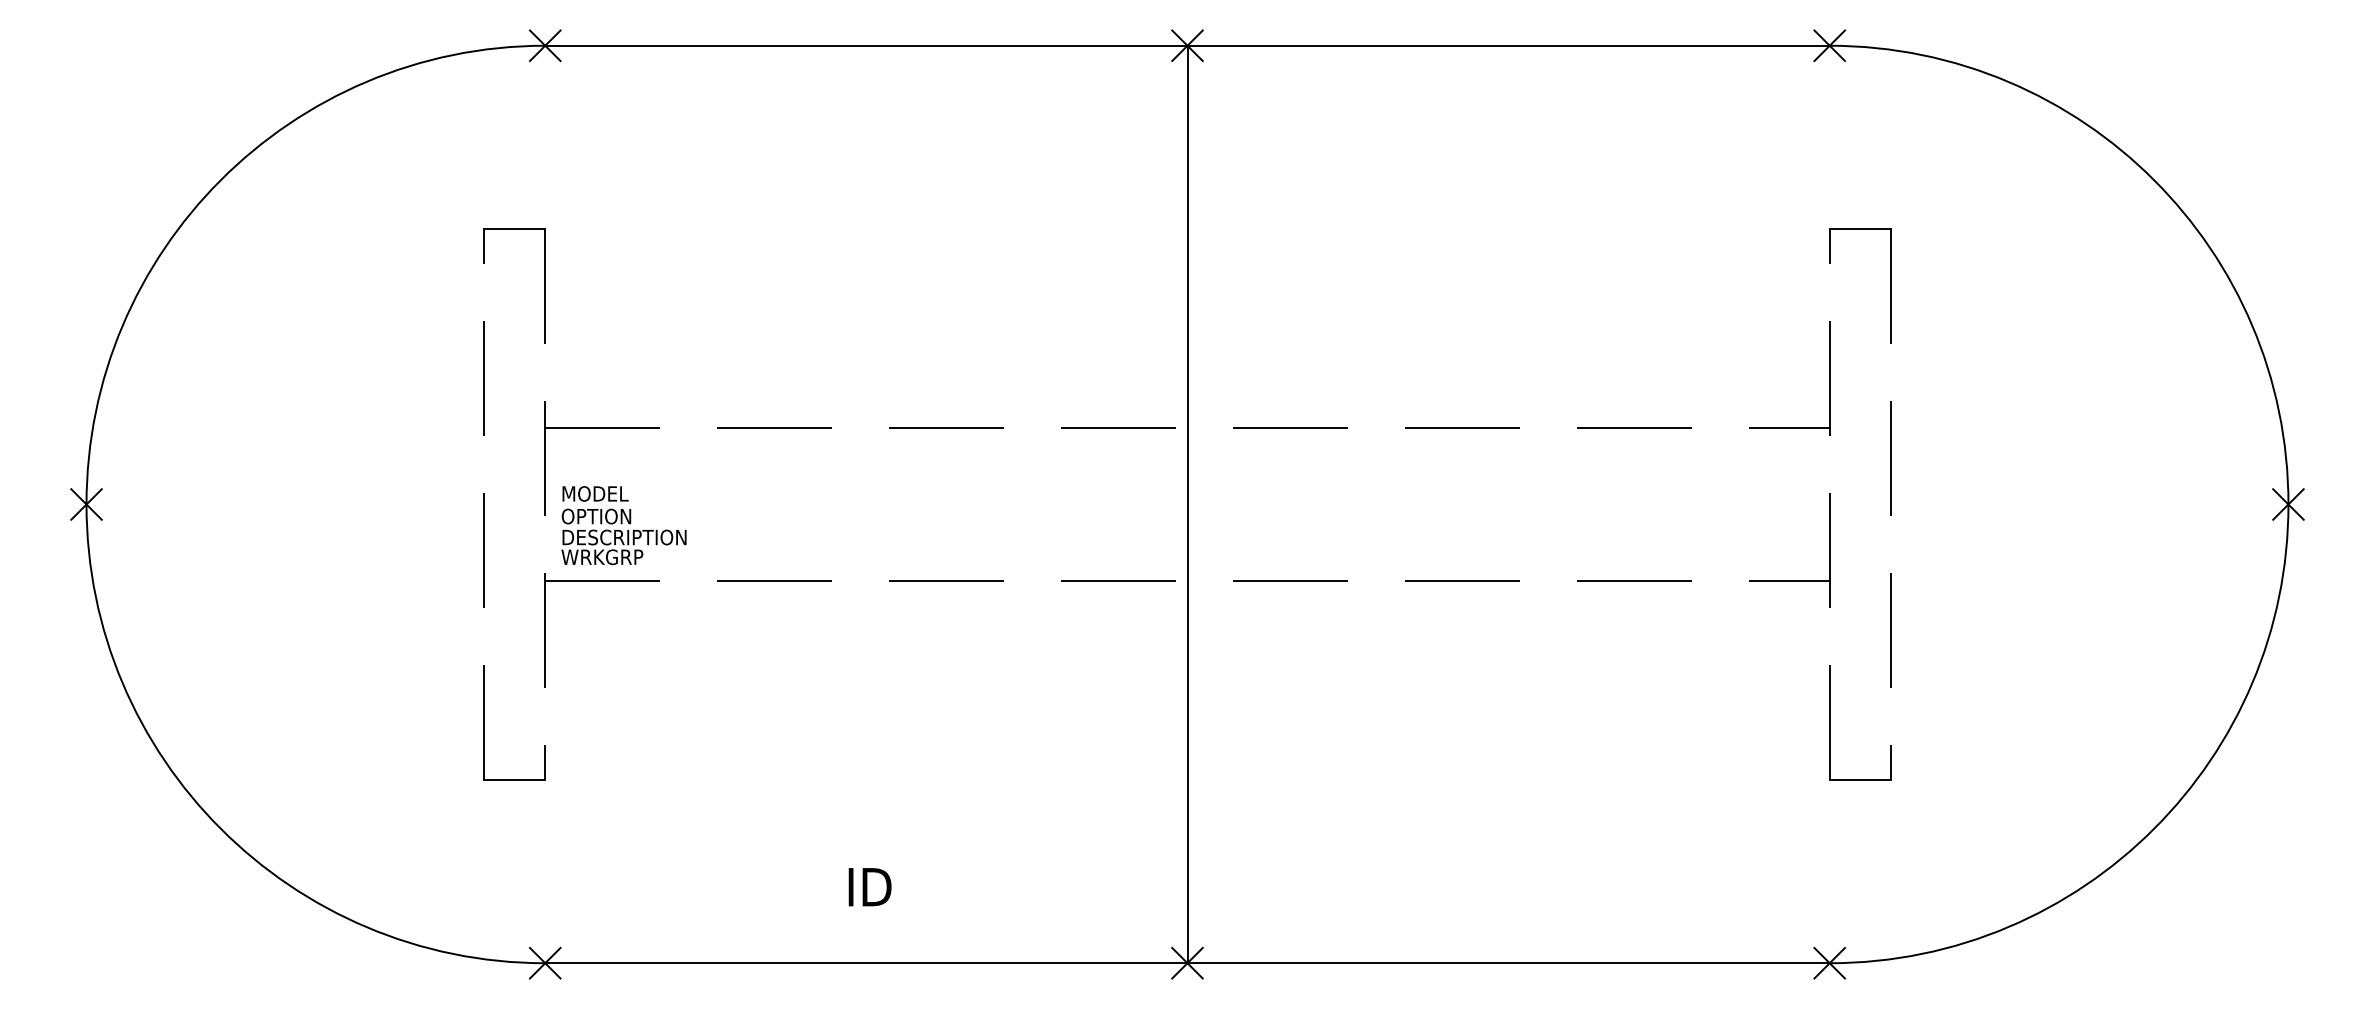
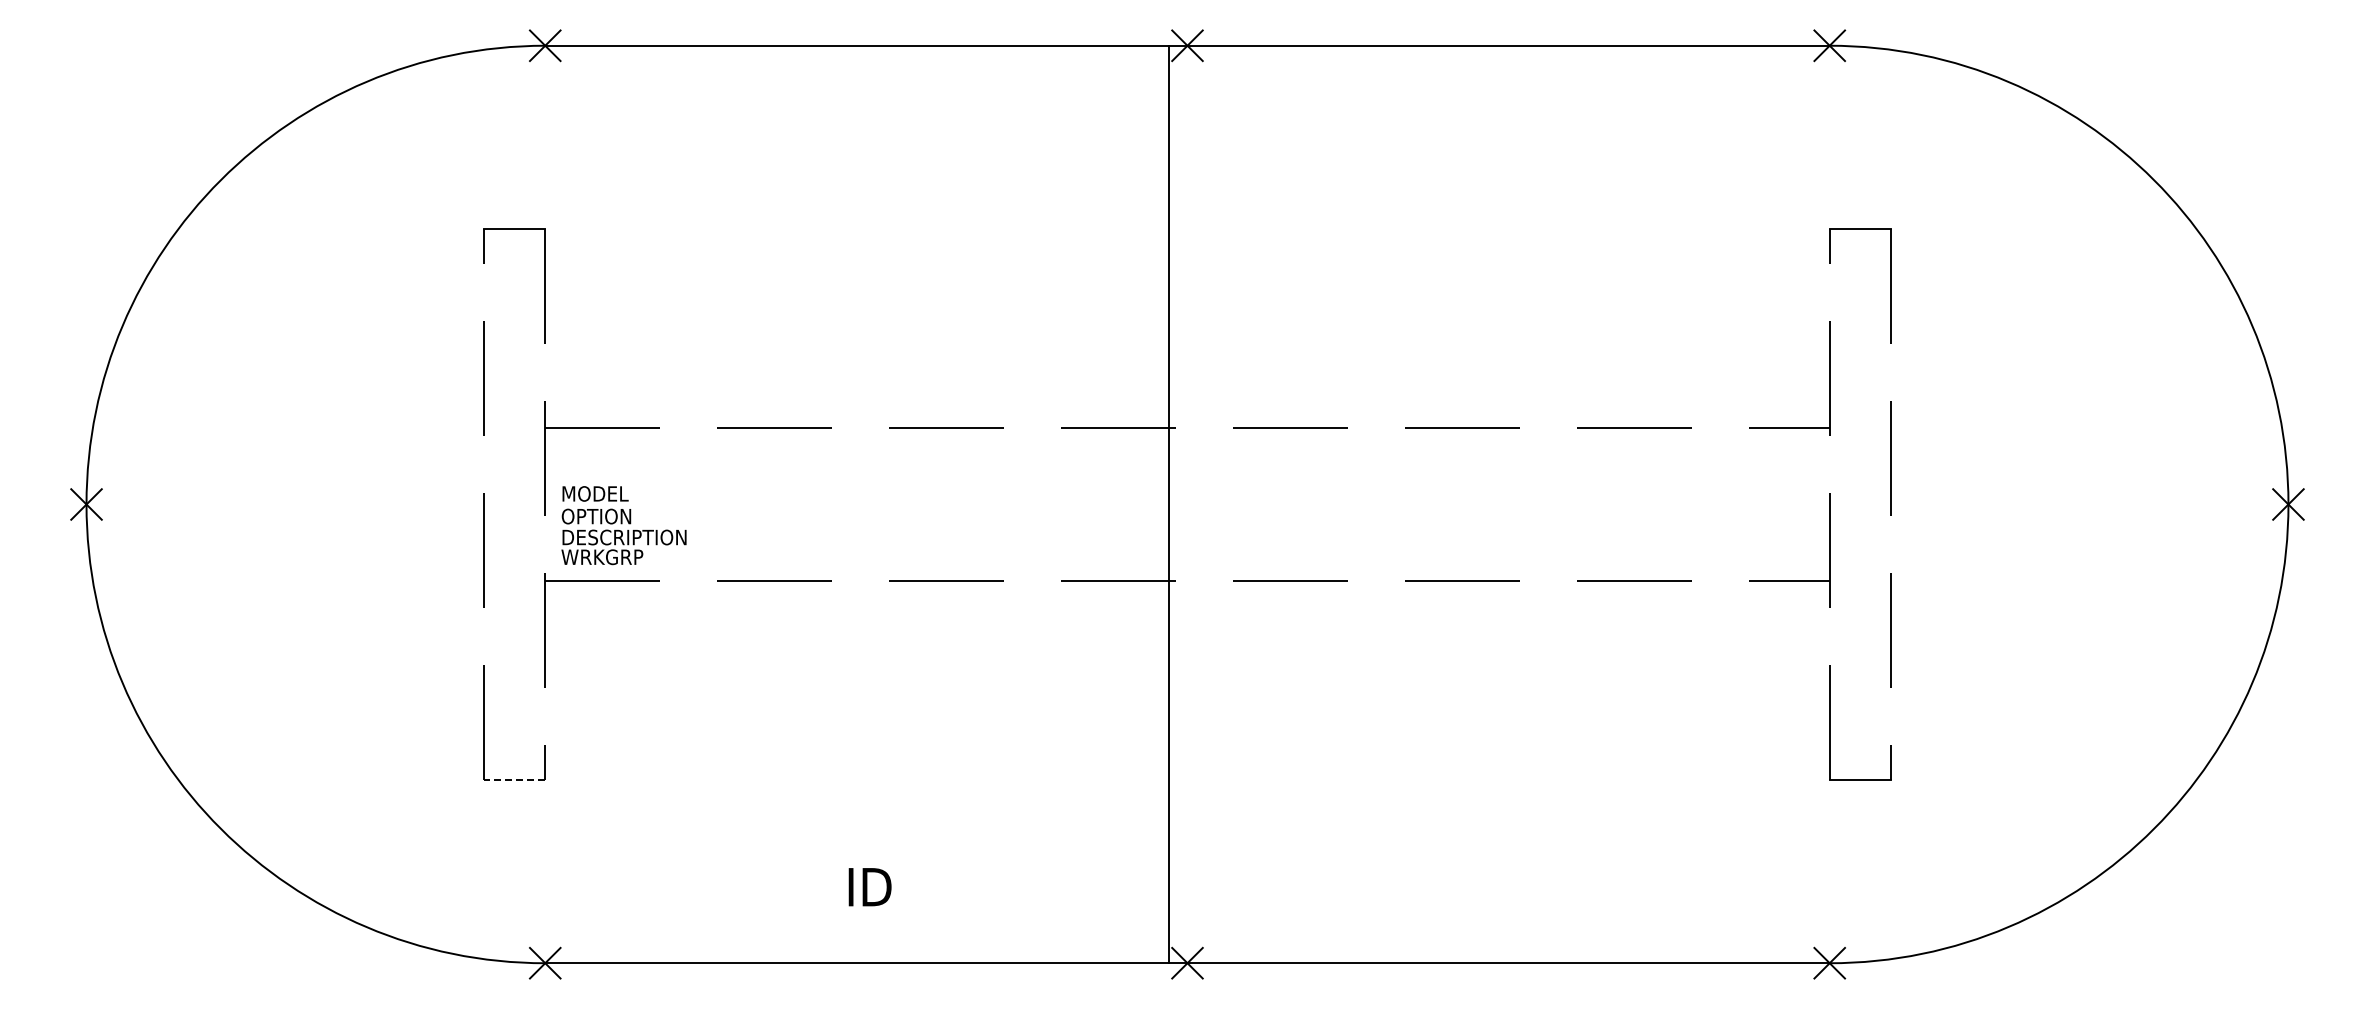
line at (1187, 504) position: (1187, 504) -> (1168, 504)
line at (514, 779): solid -> dashed
